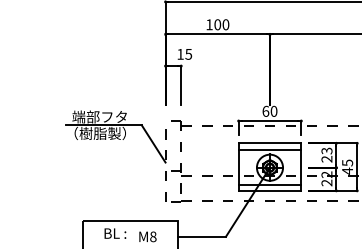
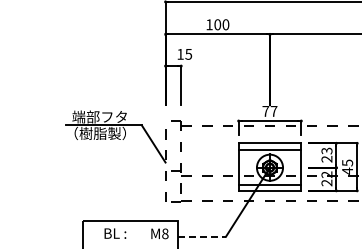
text at (269, 110): 60 -> 77
text at (147, 236) position: (147, 236) -> (159, 233)
line at (202, 236): solid -> dashed
